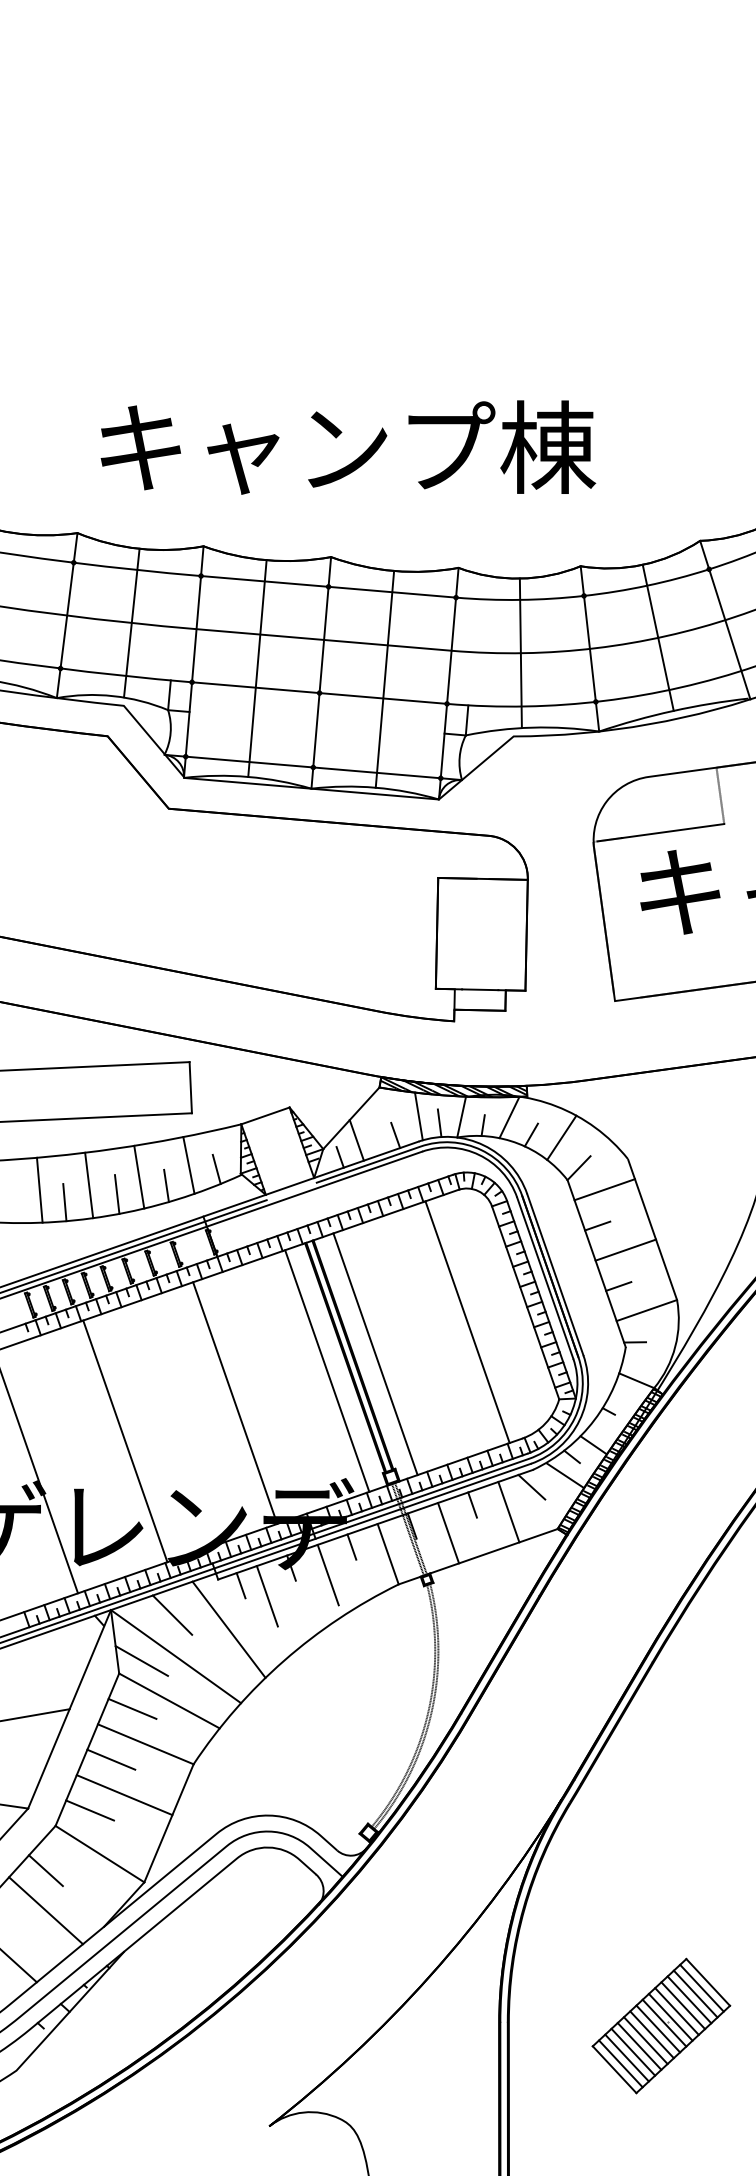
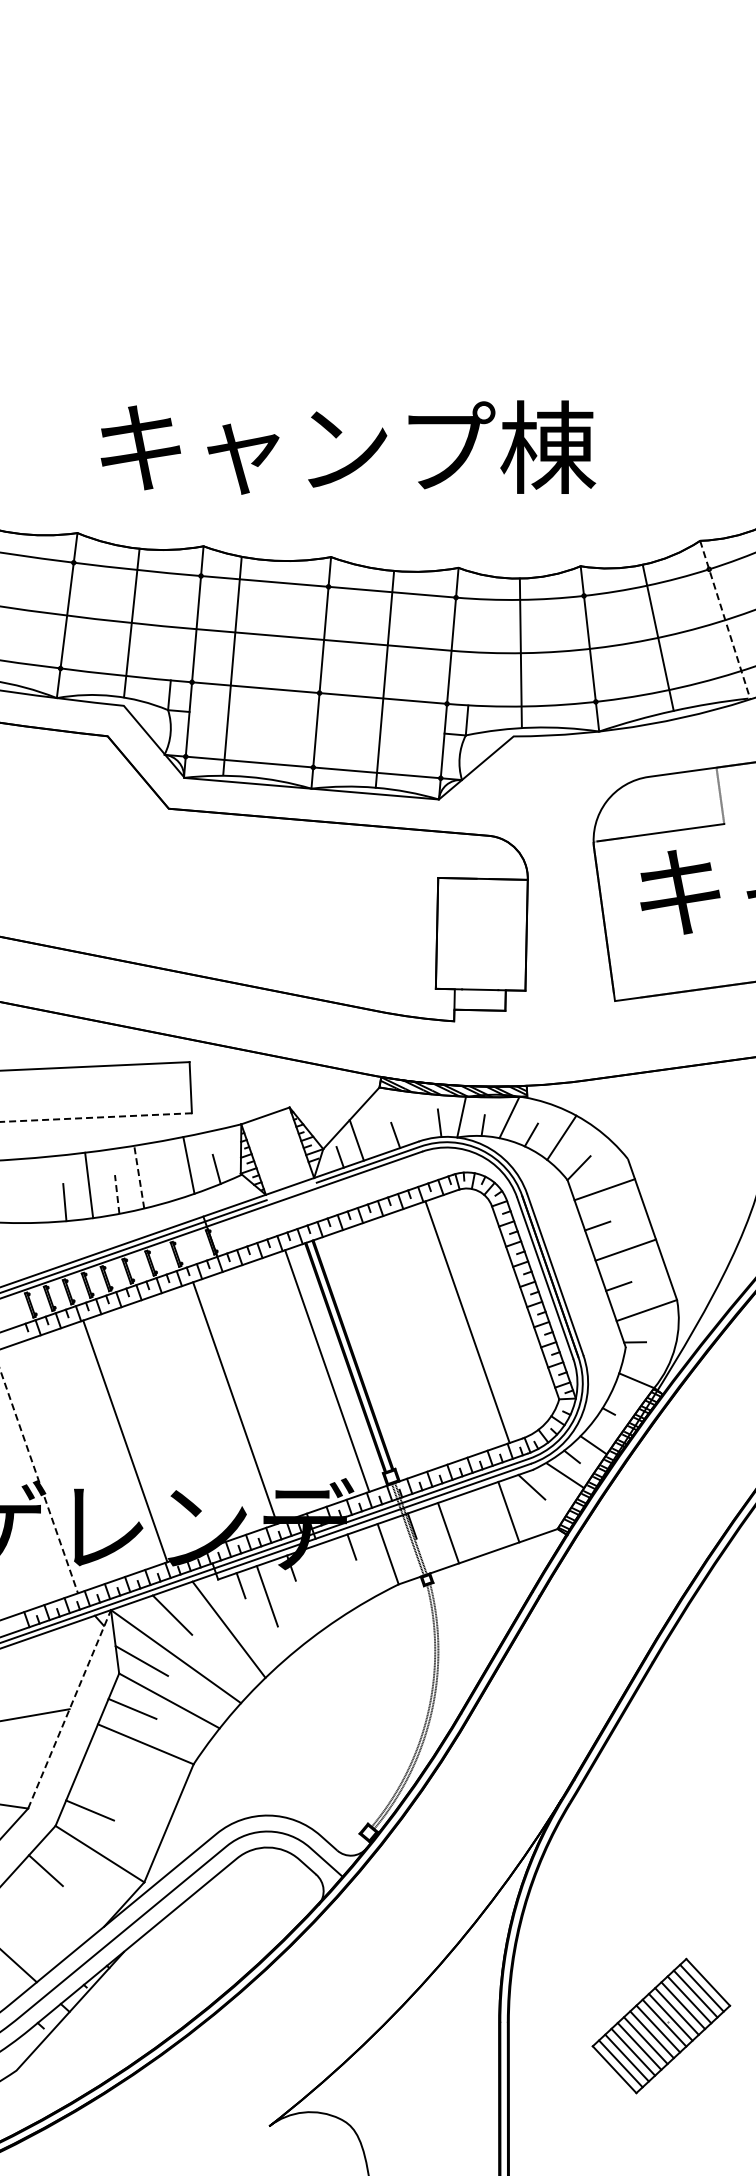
line at (725, 620): solid -> dashed
line at (257, 668) position: (257, 668) -> (232, 666)
line at (418, 1116): present -> none
line at (96, 1117): solid -> dashed
line at (139, 1177): solid -> dashed
line at (166, 1185): present -> none
line at (39, 1189): present -> none
line at (117, 1194): solid -> dashed
line at (375, 1354): present -> none
line at (39, 1481): solid -> dashed
line at (472, 1504): present -> none
line at (327, 1574): present -> none
line at (69, 1709): solid -> dashed
line at (111, 1759): present -> none
line at (124, 1795): present -> none
line at (46, 1910): present -> none
